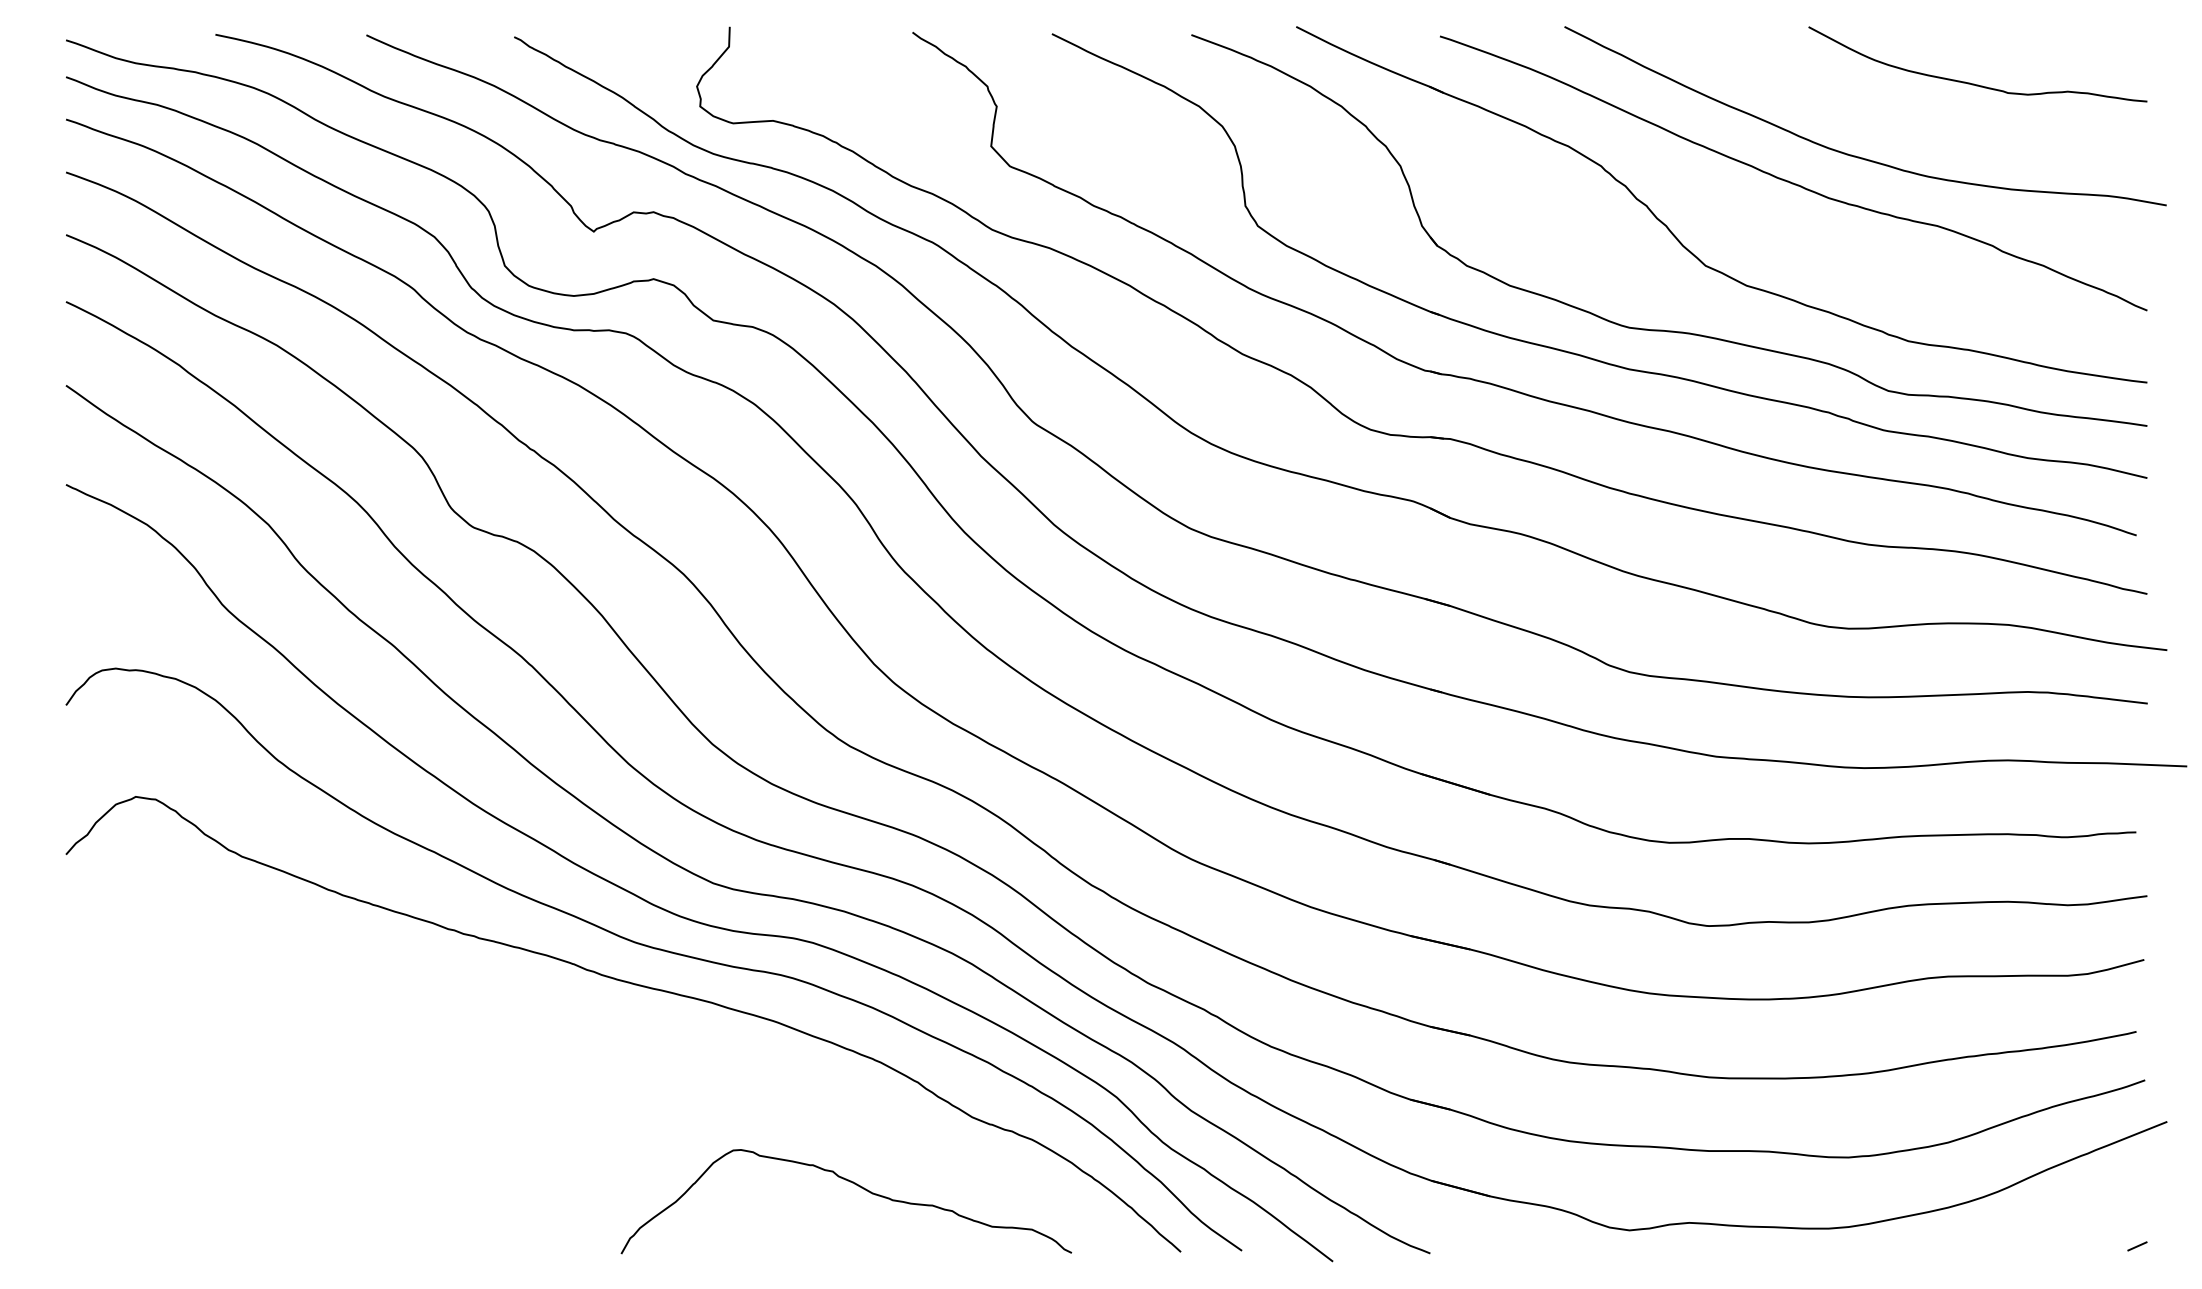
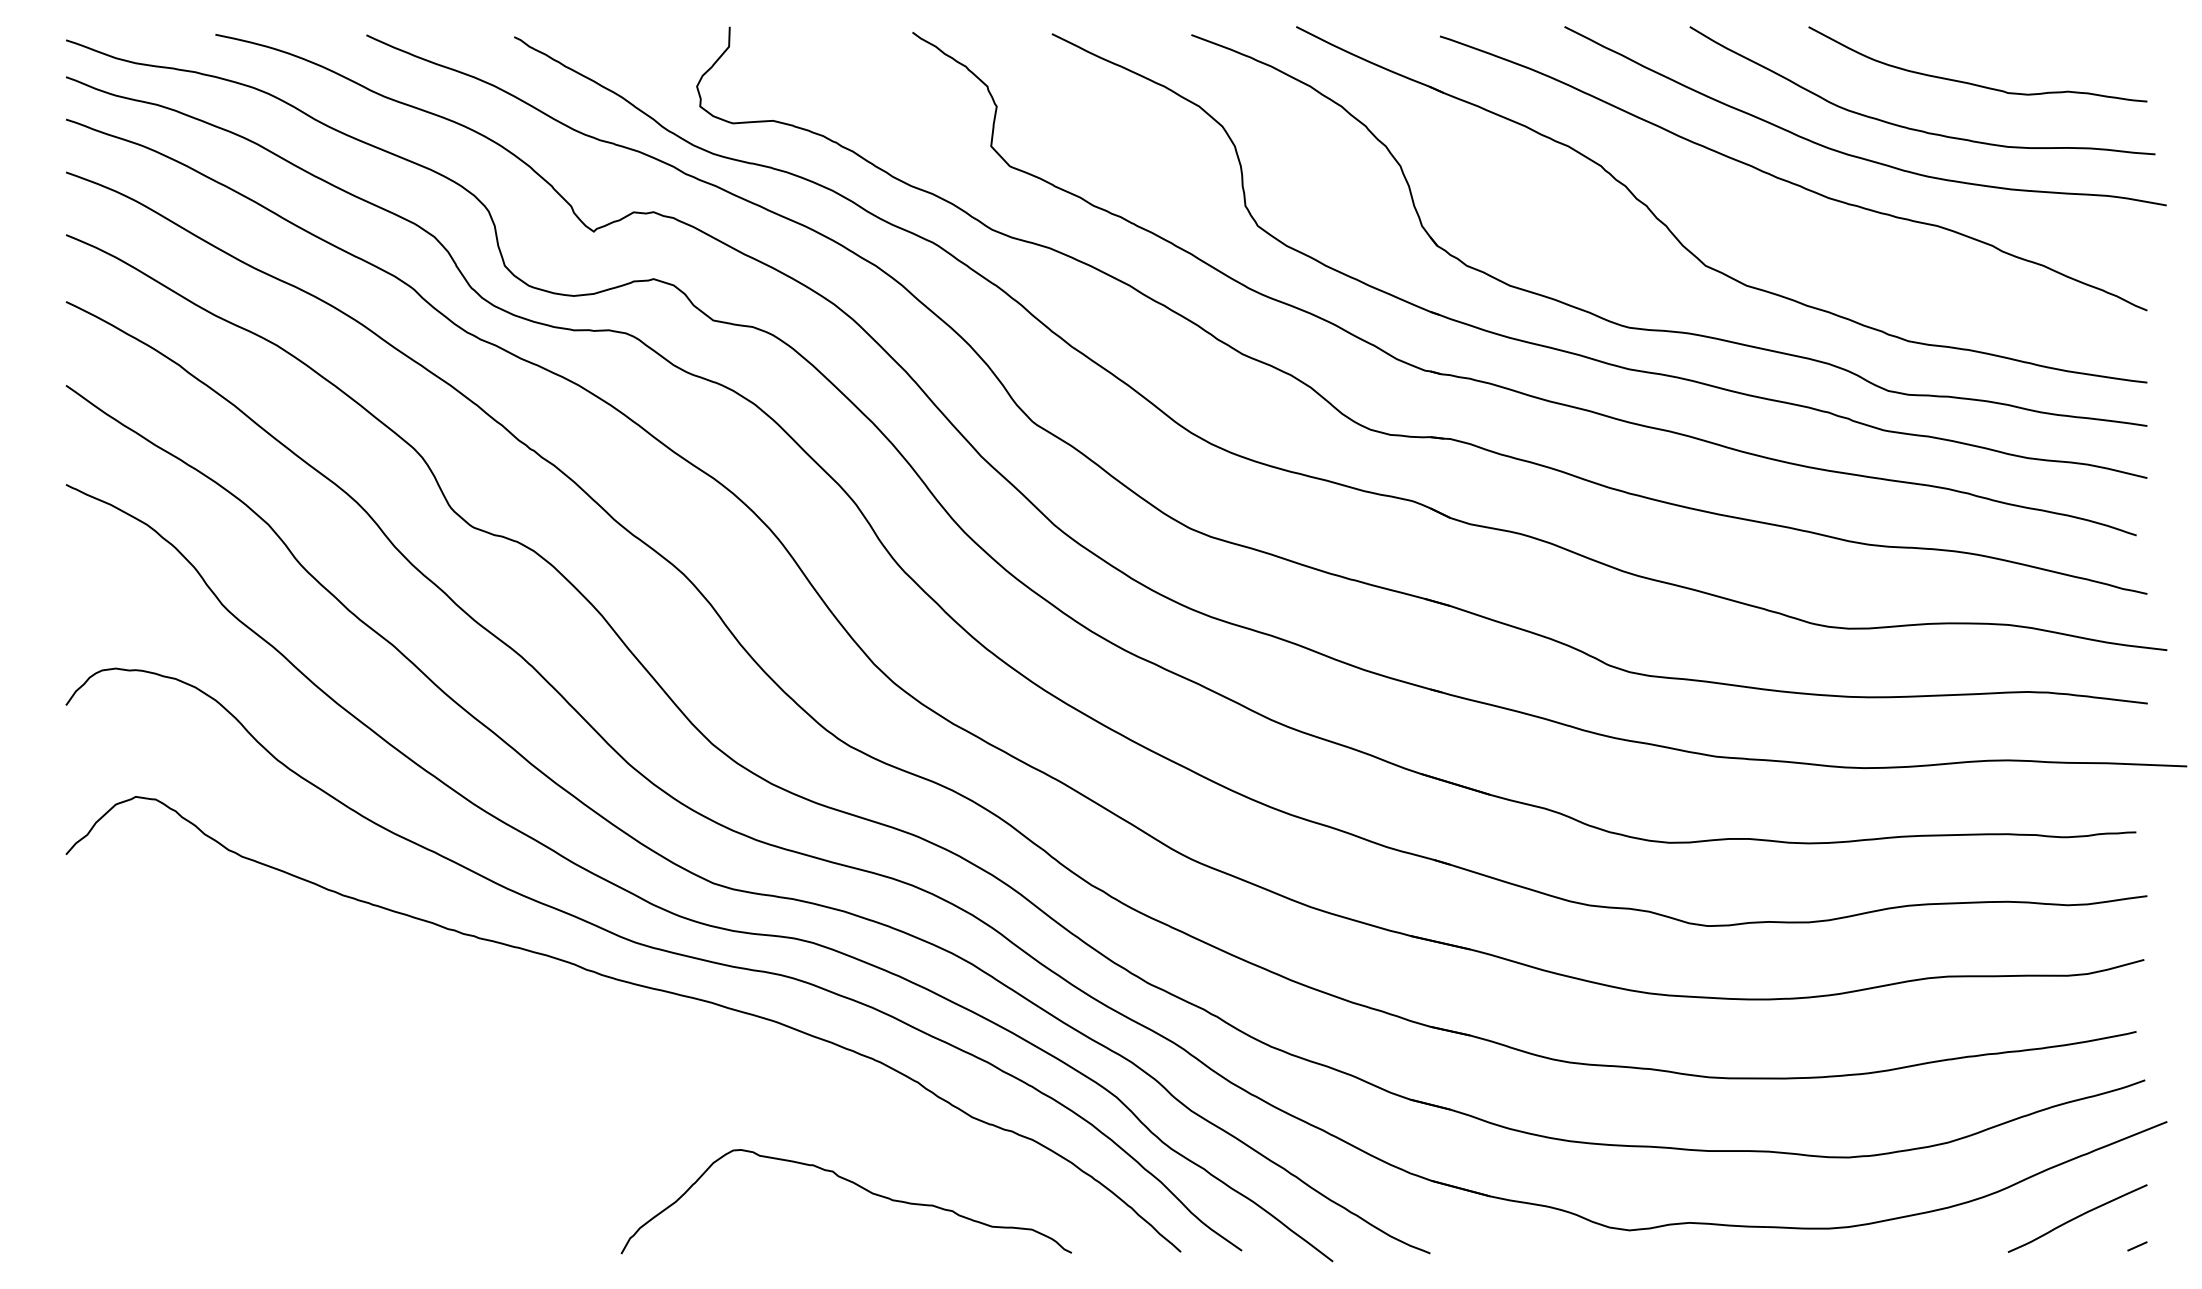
curve at (1914, 128): none -> present
curve at (2077, 1218): none -> present
